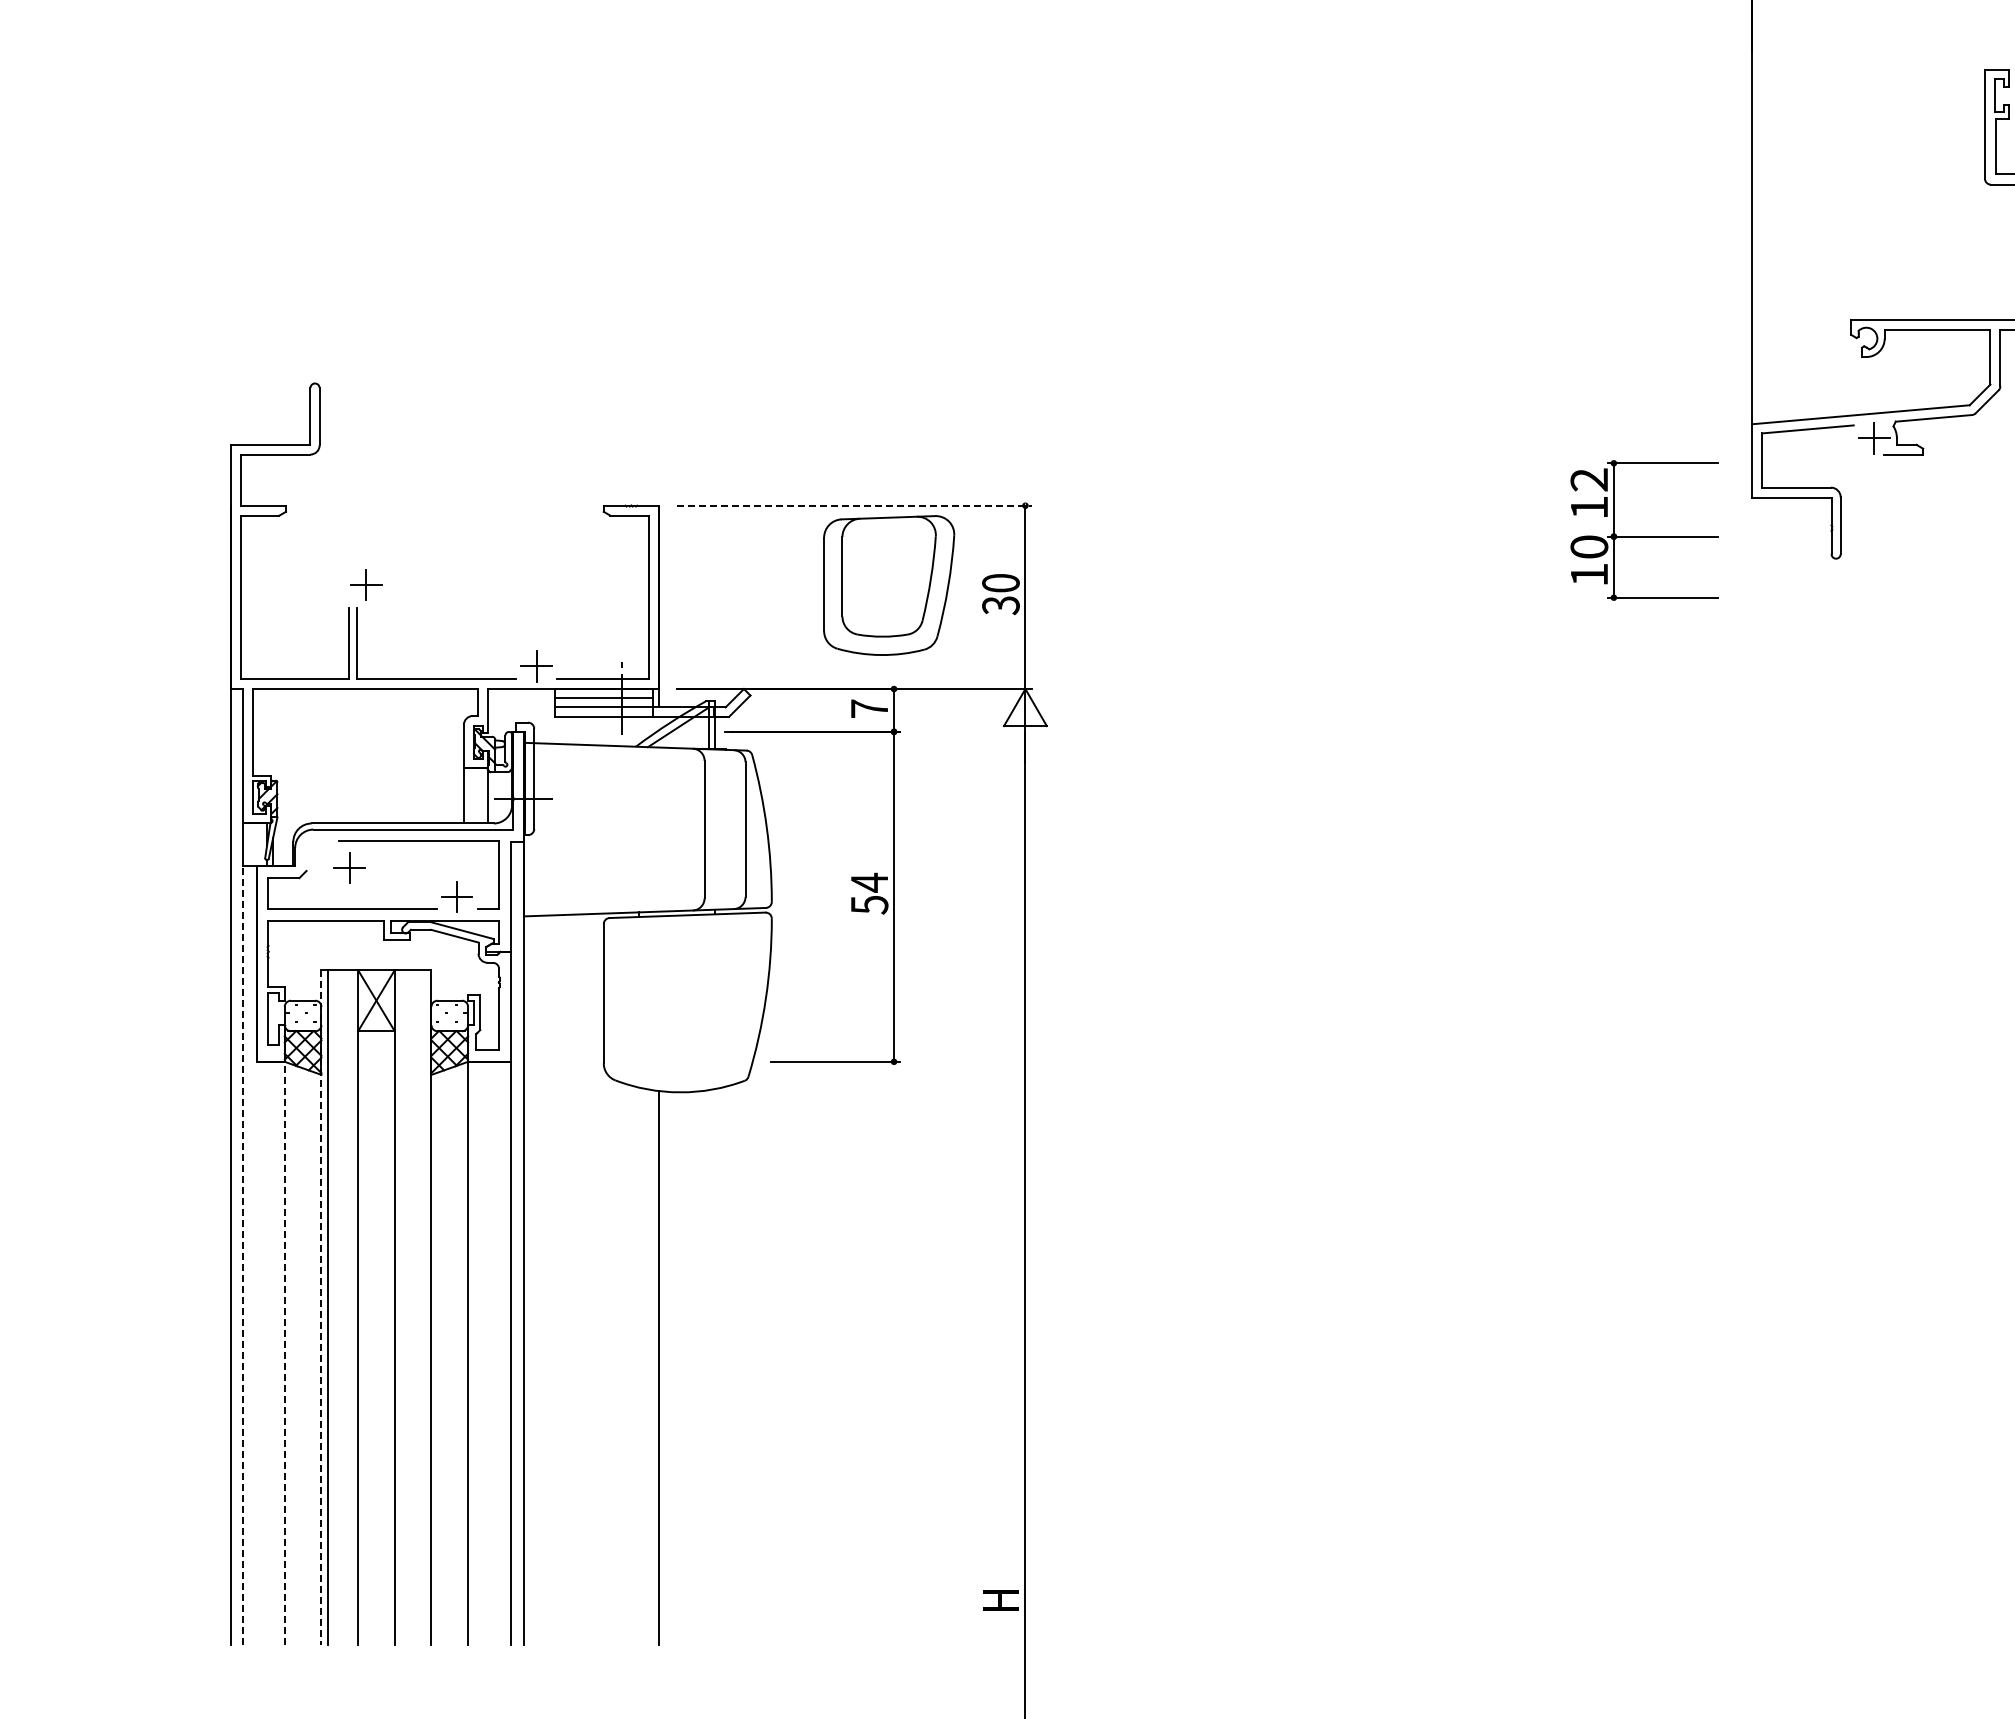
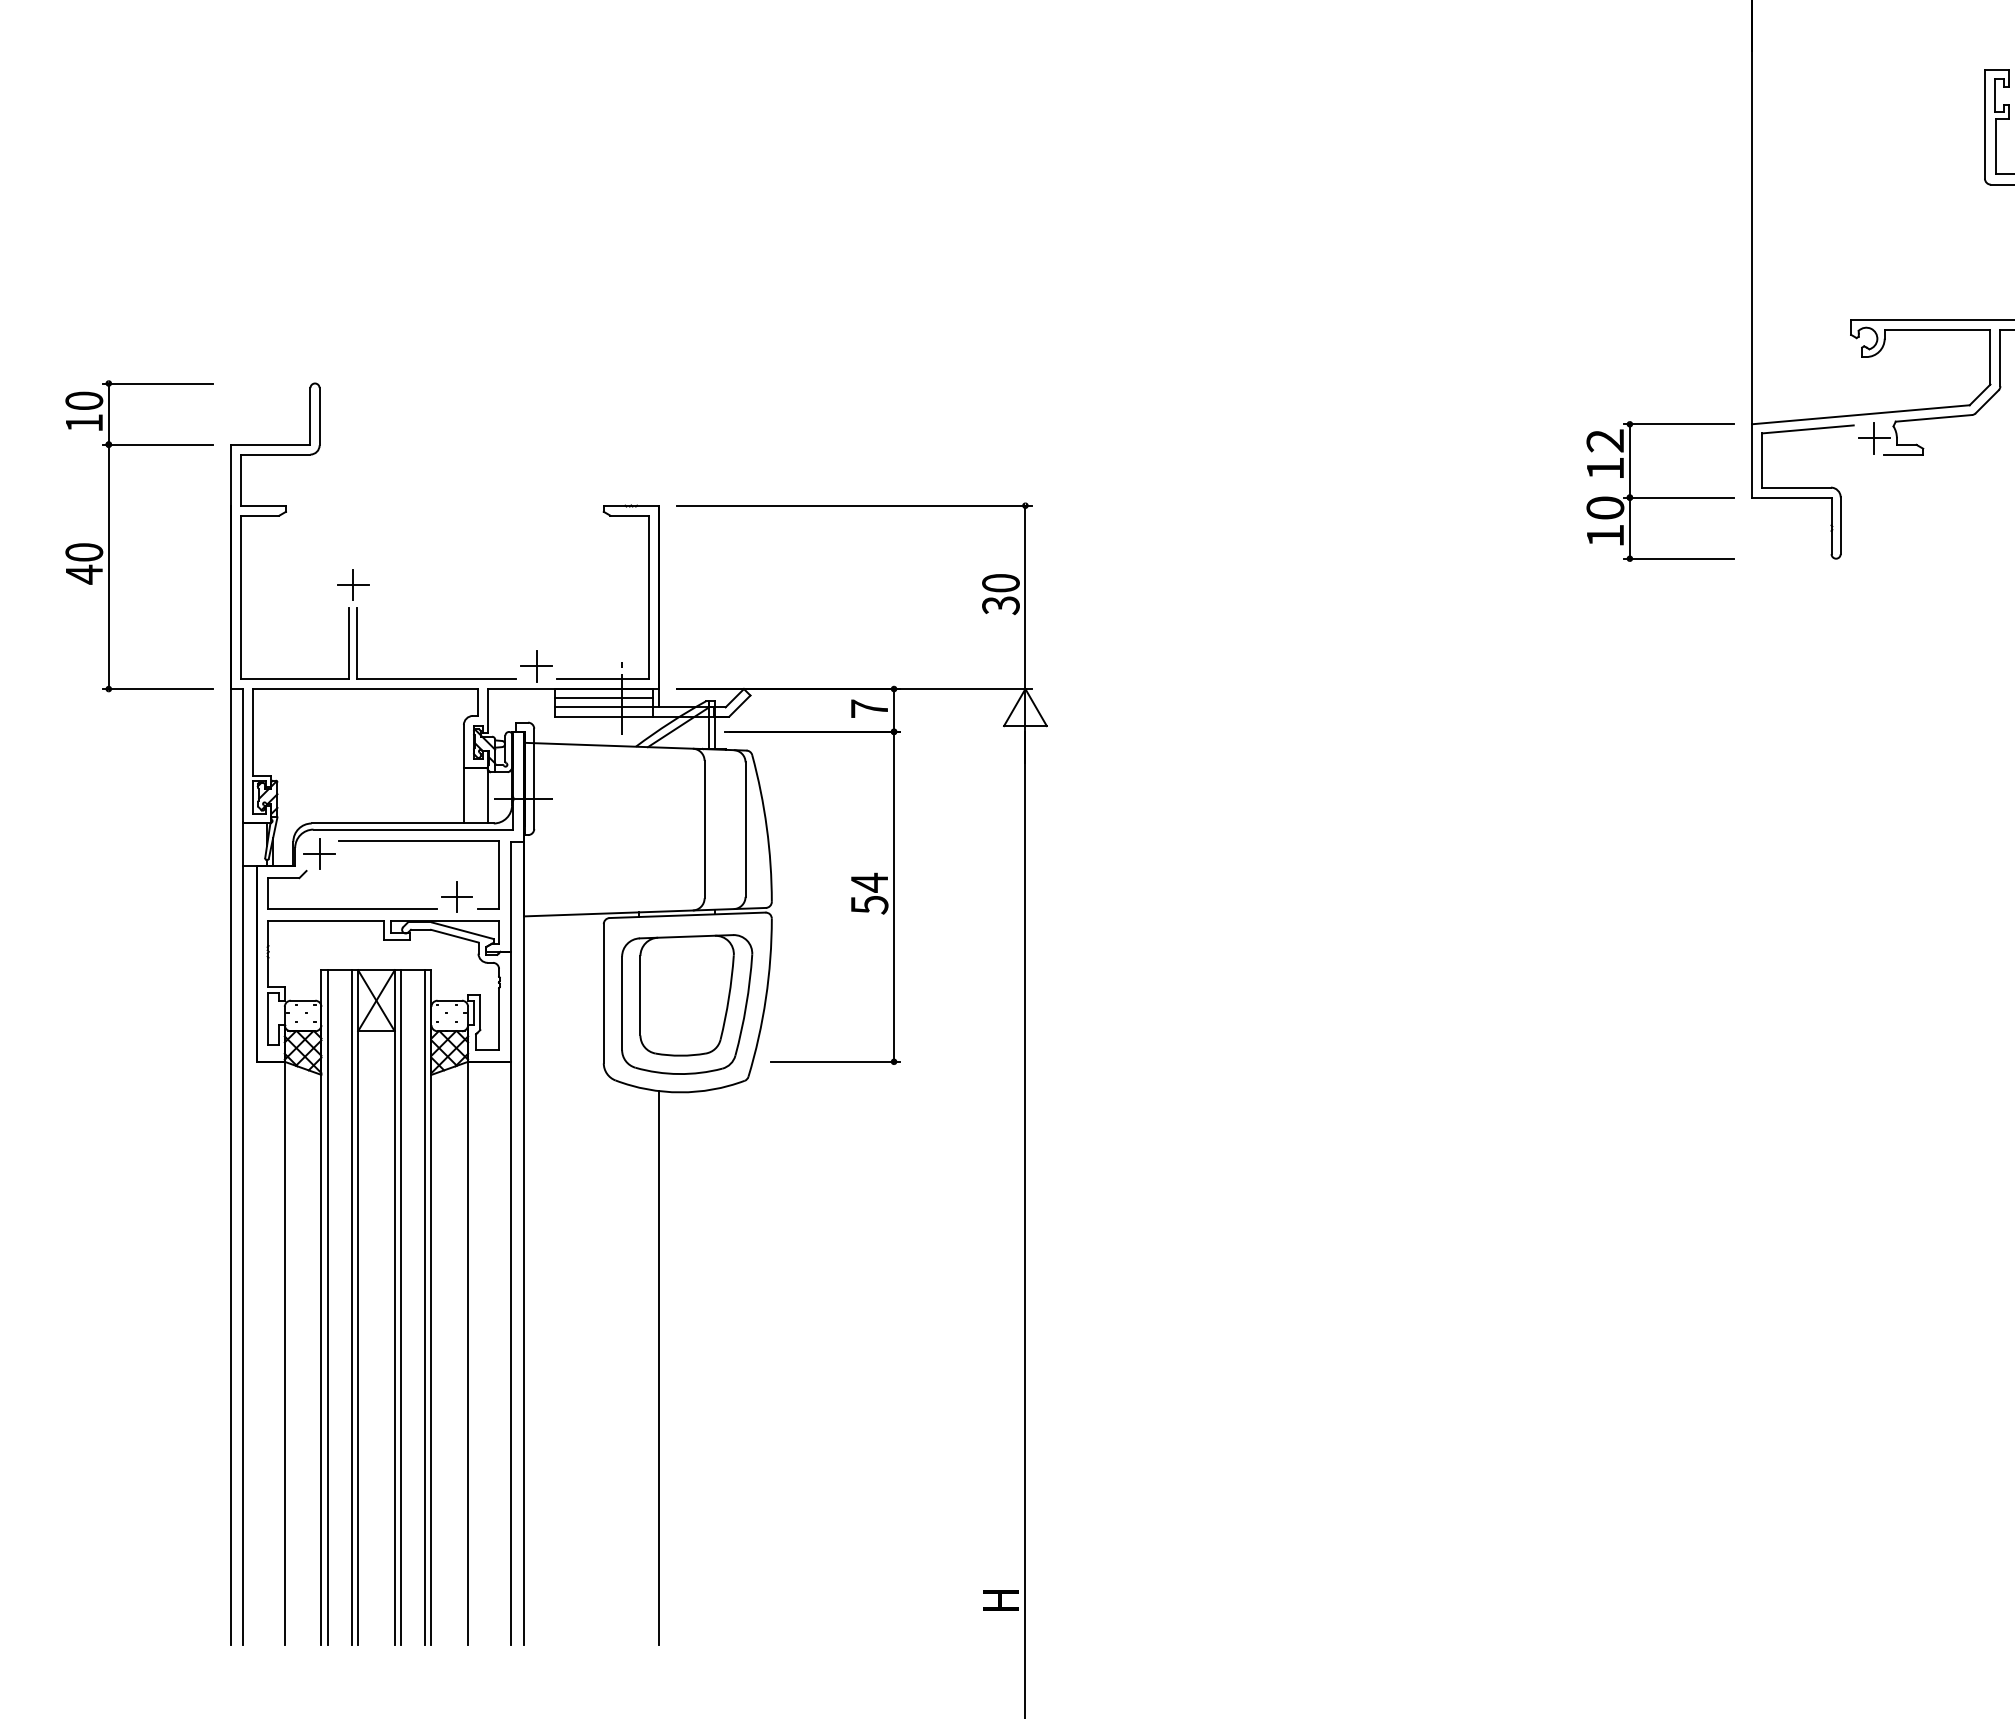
line at (854, 505): dashed -> solid
part at (1644, 530) position: (1644, 530) -> (1660, 491)
part at (109, 536): none -> present
part at (366, 584) position: (366, 584) -> (353, 584)
part at (889, 585) position: (889, 585) -> (687, 1004)
part at (349, 867) position: (349, 867) -> (319, 853)
line at (243, 1255): dashed -> solid
line at (321, 1307): dashed -> solid
line at (352, 1307): none -> present
line at (400, 1307): none -> present
line at (425, 1307): none -> present
line at (284, 1353): dashed -> solid
